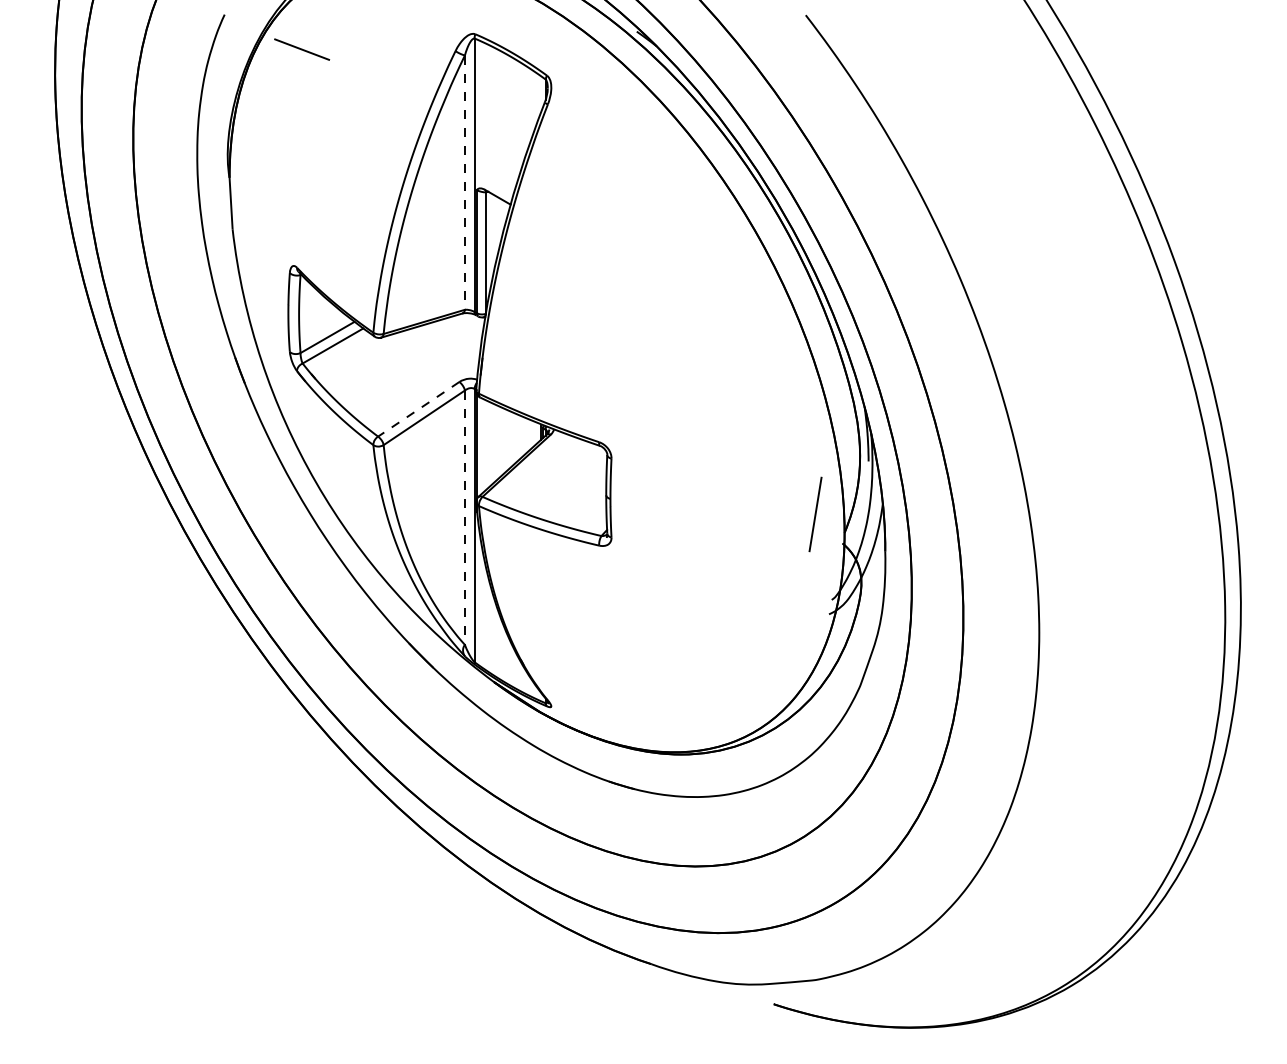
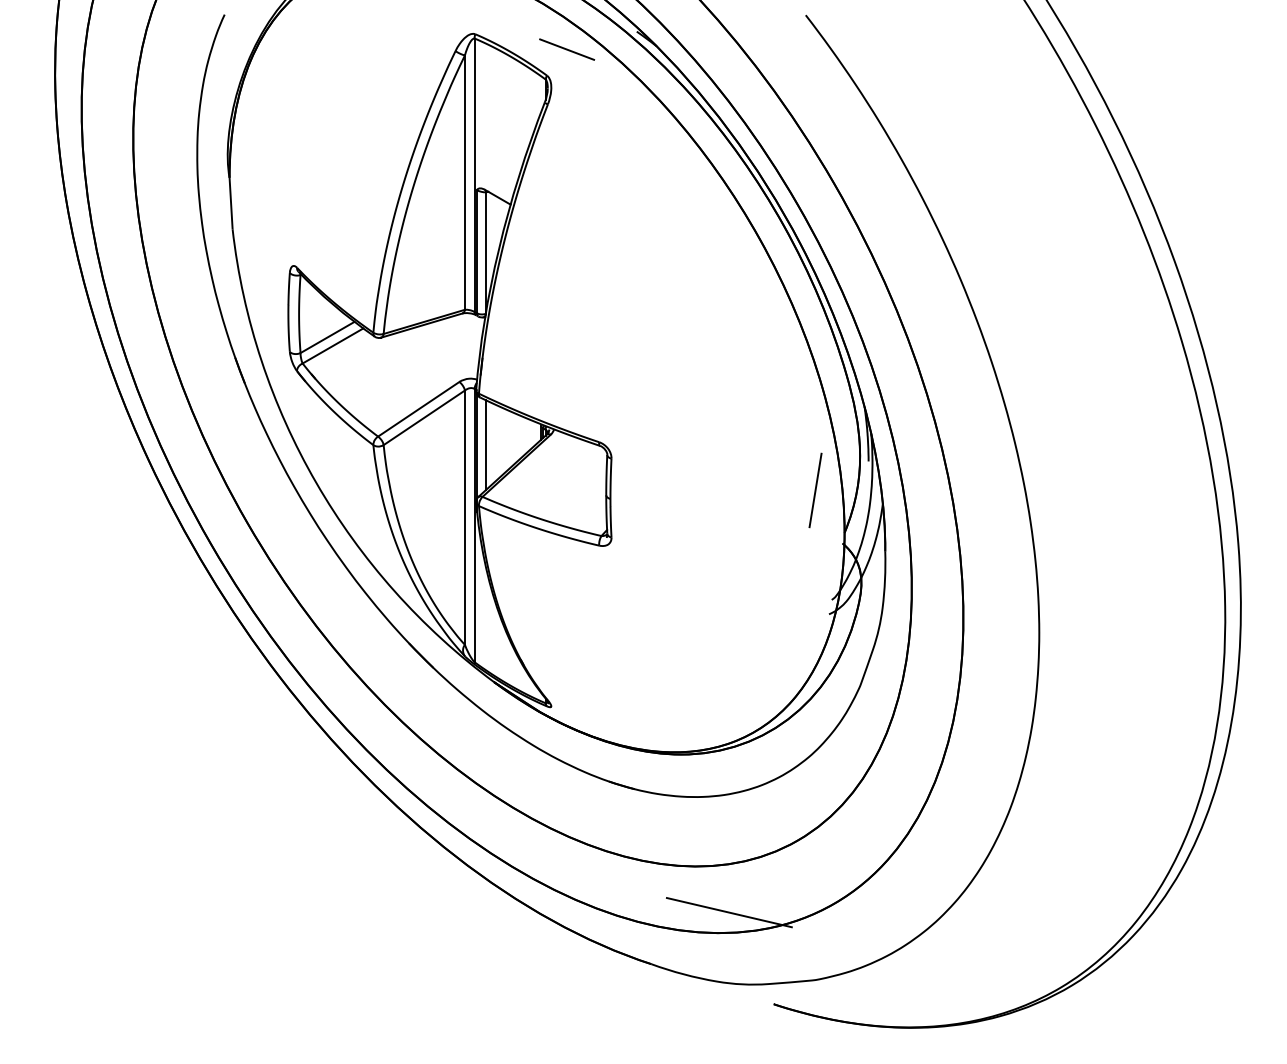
line at (302, 49) position: (302, 49) -> (567, 49)
line at (464, 183): dashed -> solid
line at (418, 409): dashed -> solid
line at (486, 444): none -> present
line at (815, 514) position: (815, 514) -> (815, 490)
line at (464, 518): dashed -> solid
line at (728, 912): none -> present
